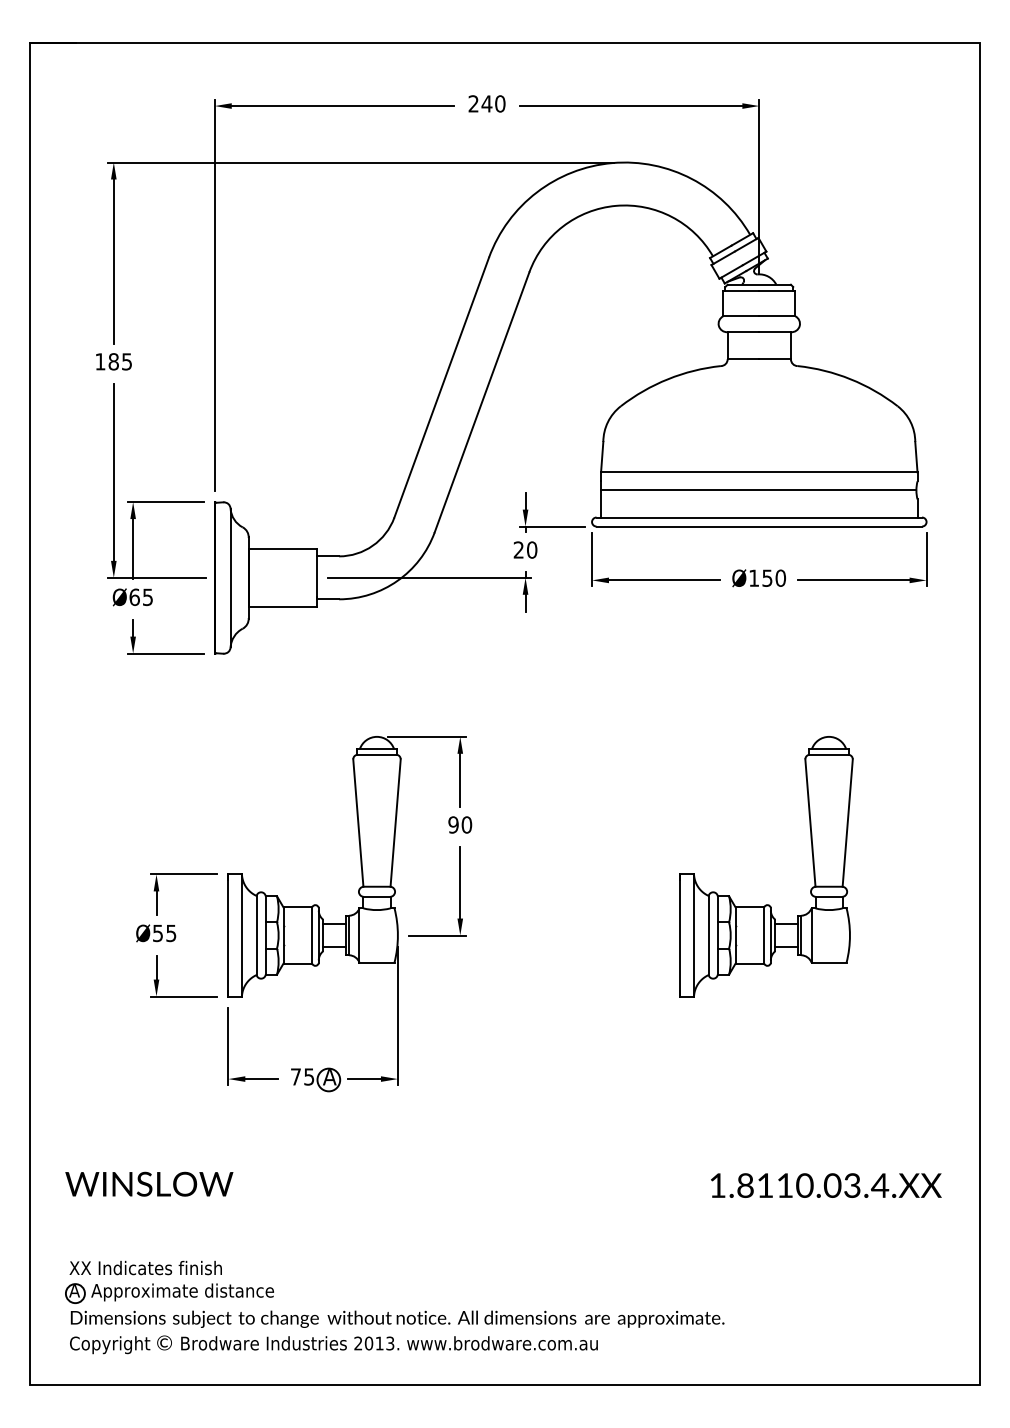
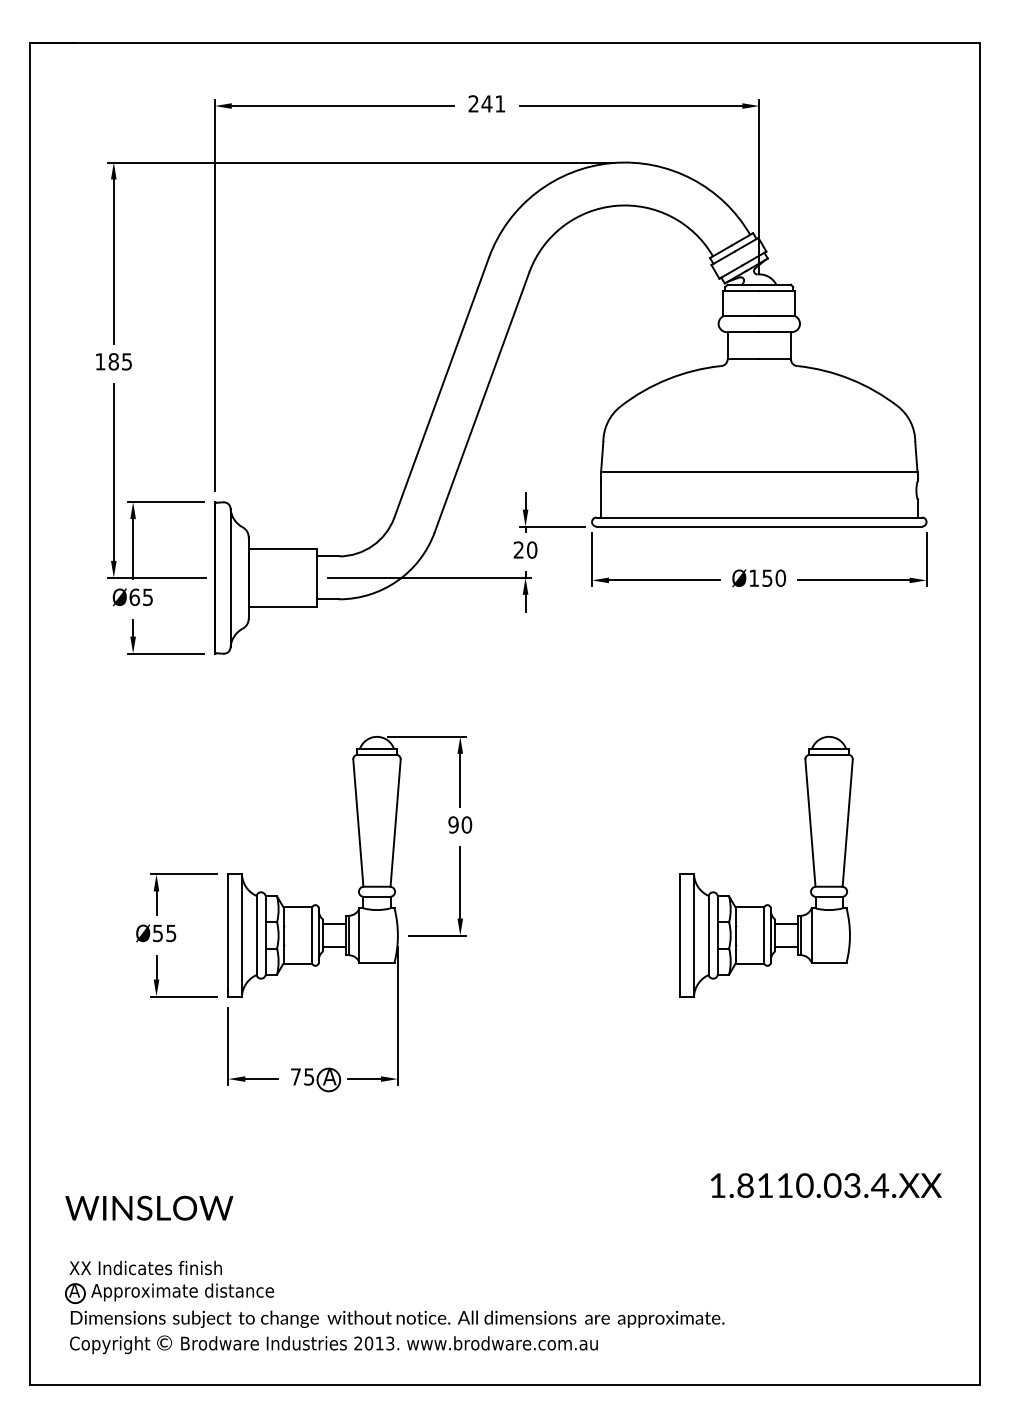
text at (500, 103): 240 -> 241
line at (758, 490): present -> none
text at (149, 1183) position: (149, 1183) -> (149, 1207)
